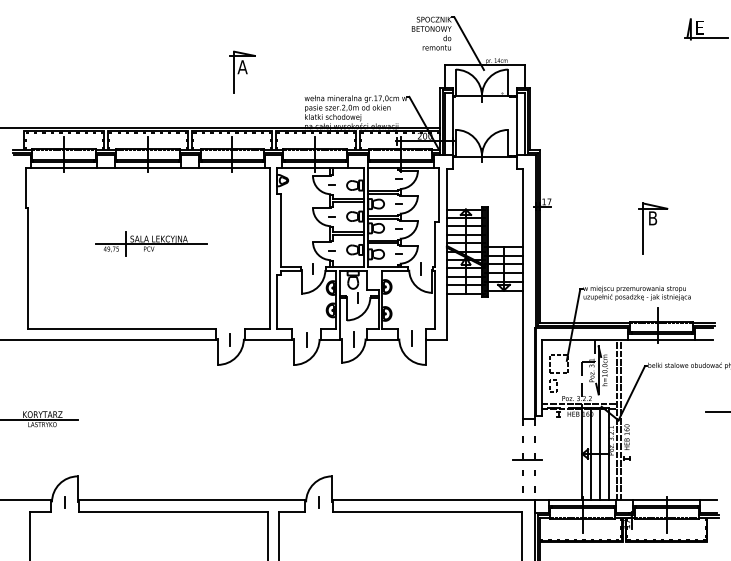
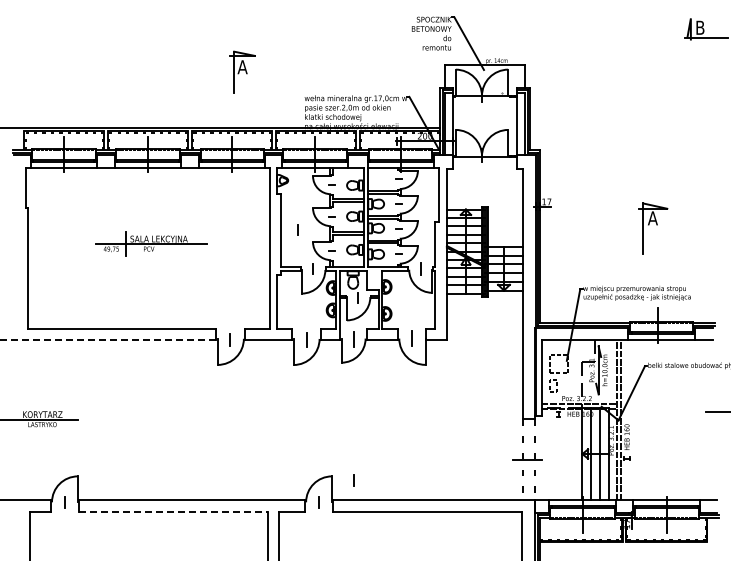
text at (700, 27): E -> B
text at (652, 218): B -> A
line at (297, 229): none -> present
line at (108, 340): solid -> dashed
line at (353, 480): none -> present
line at (173, 512): solid -> dashed
